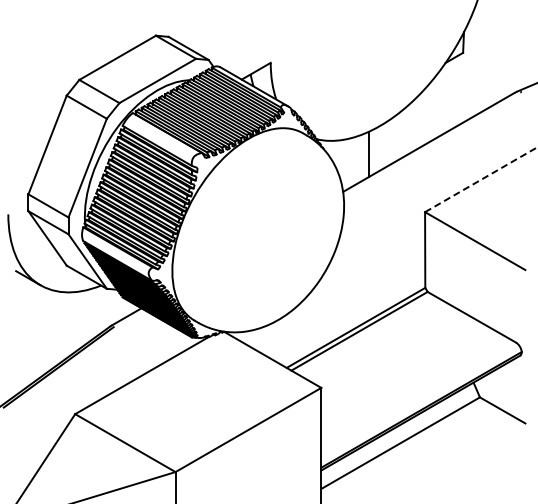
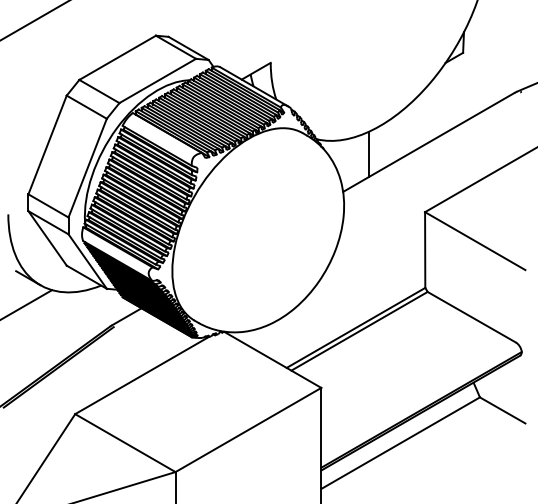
line at (34, 20): none -> present
line at (481, 179): dashed -> solid
line at (27, 304): none -> present
